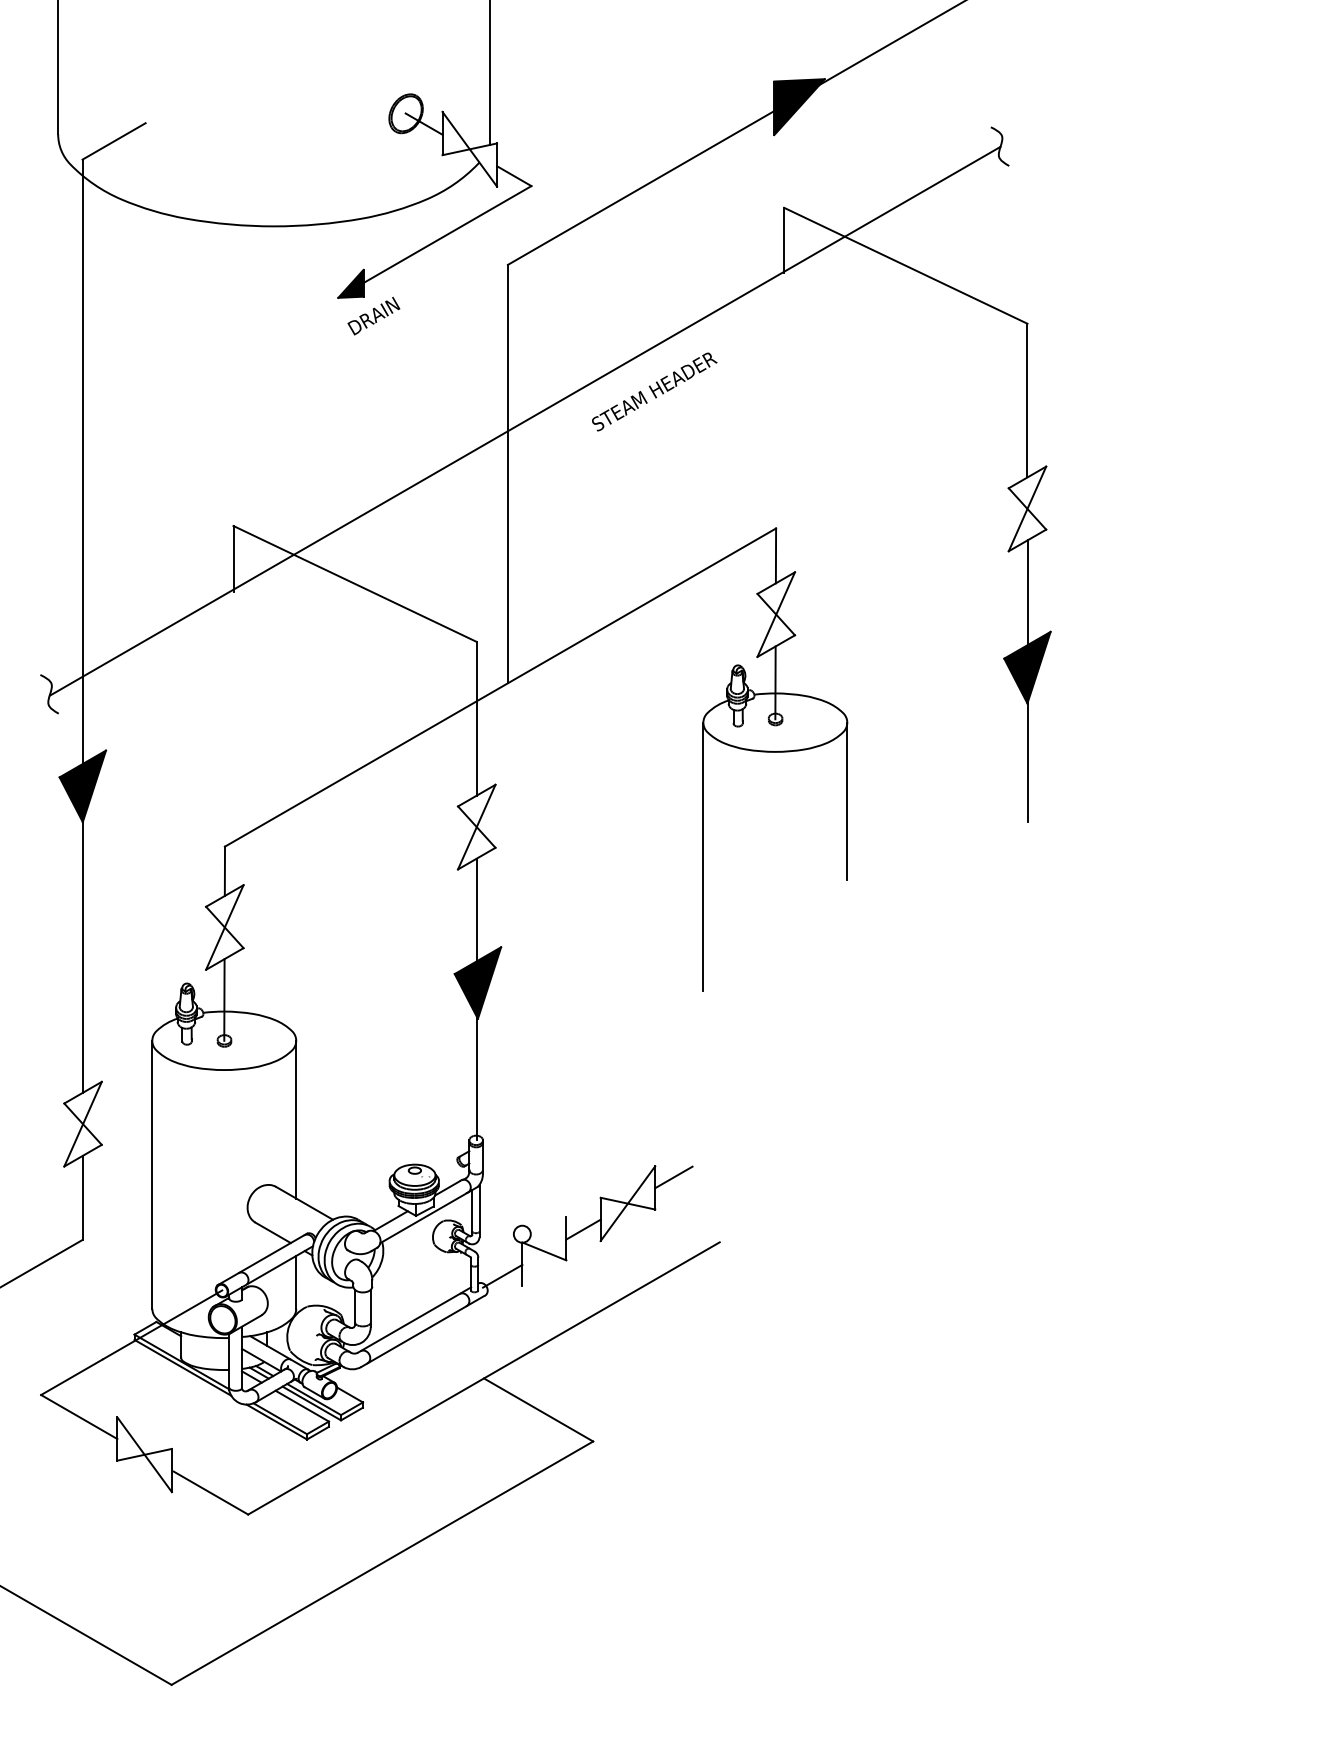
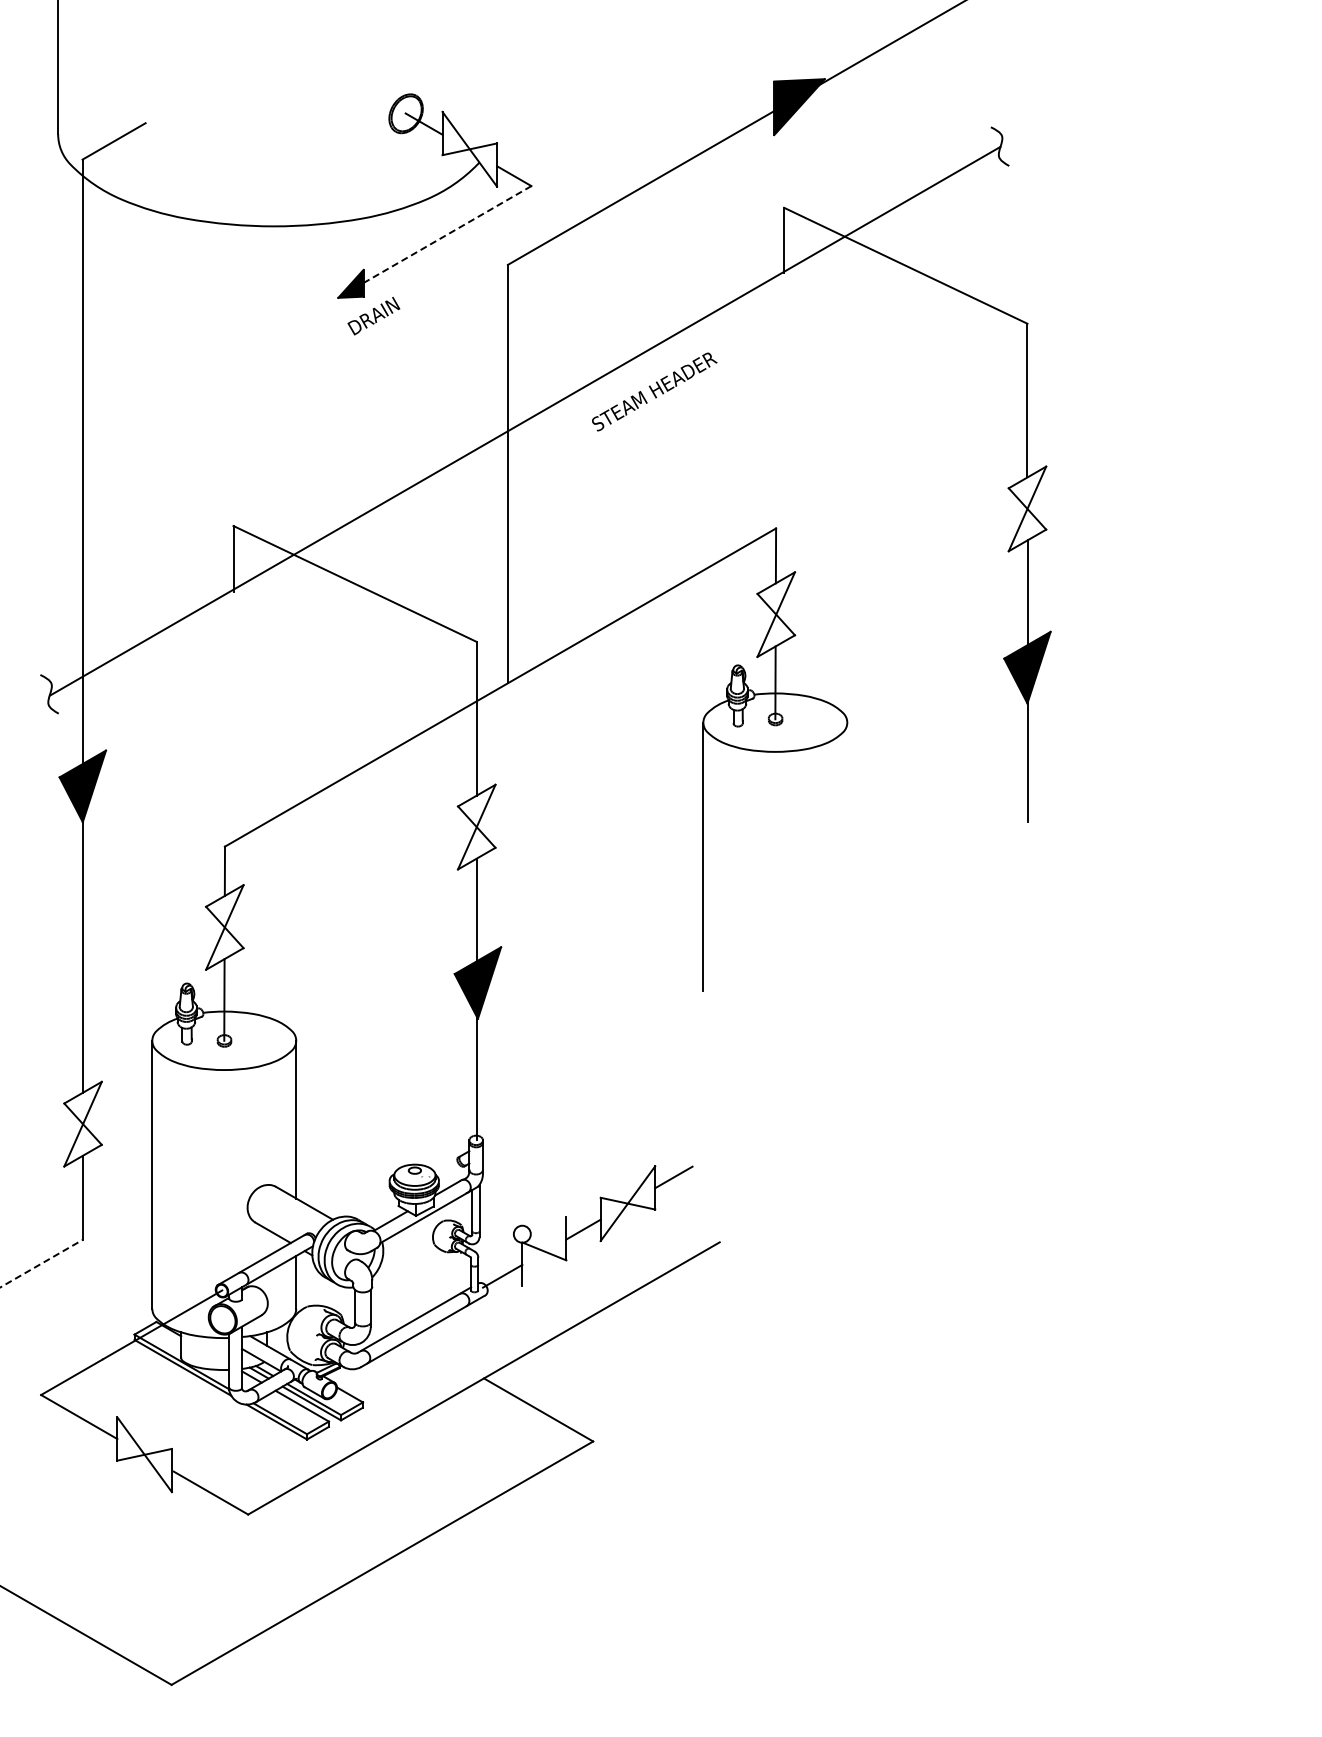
line at (489, 73): present -> none
line at (447, 234): solid -> dashed
line at (847, 801): present -> none
line at (41, 1263): solid -> dashed
